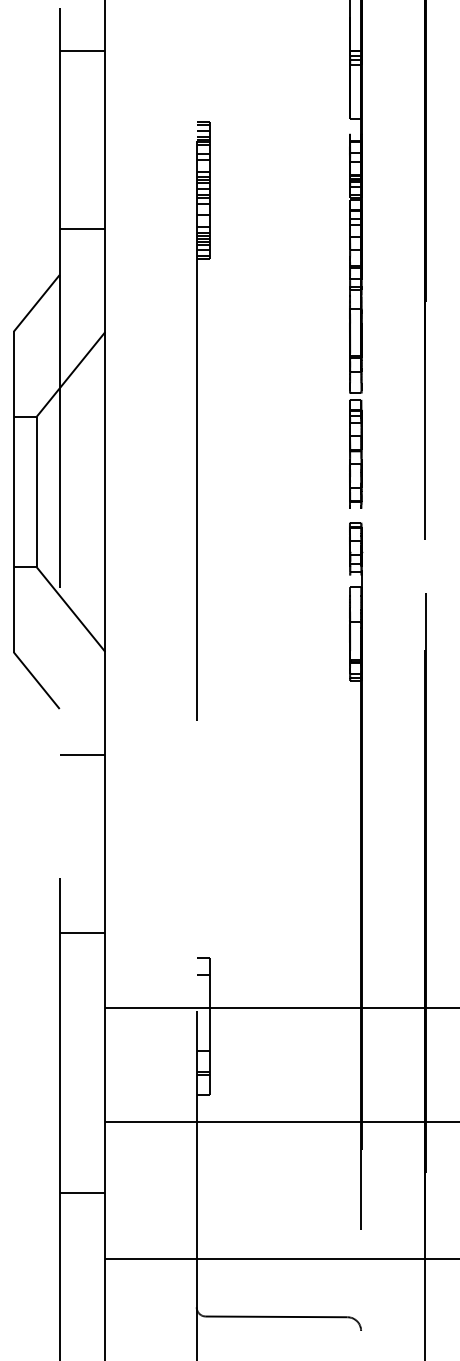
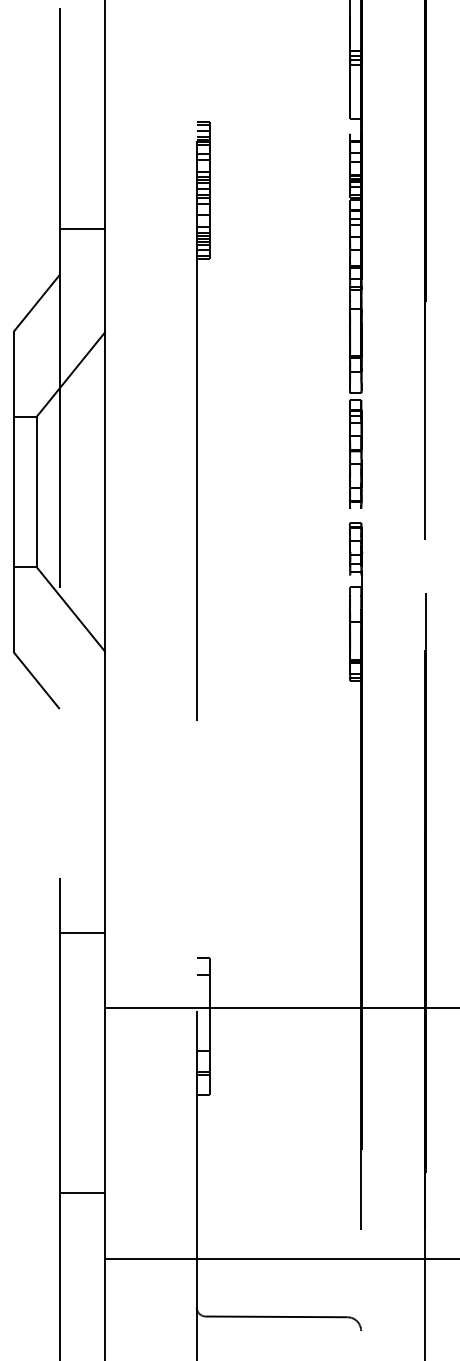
line at (82, 51): present -> none
line at (82, 754): present -> none
line at (280, 1122): present -> none
